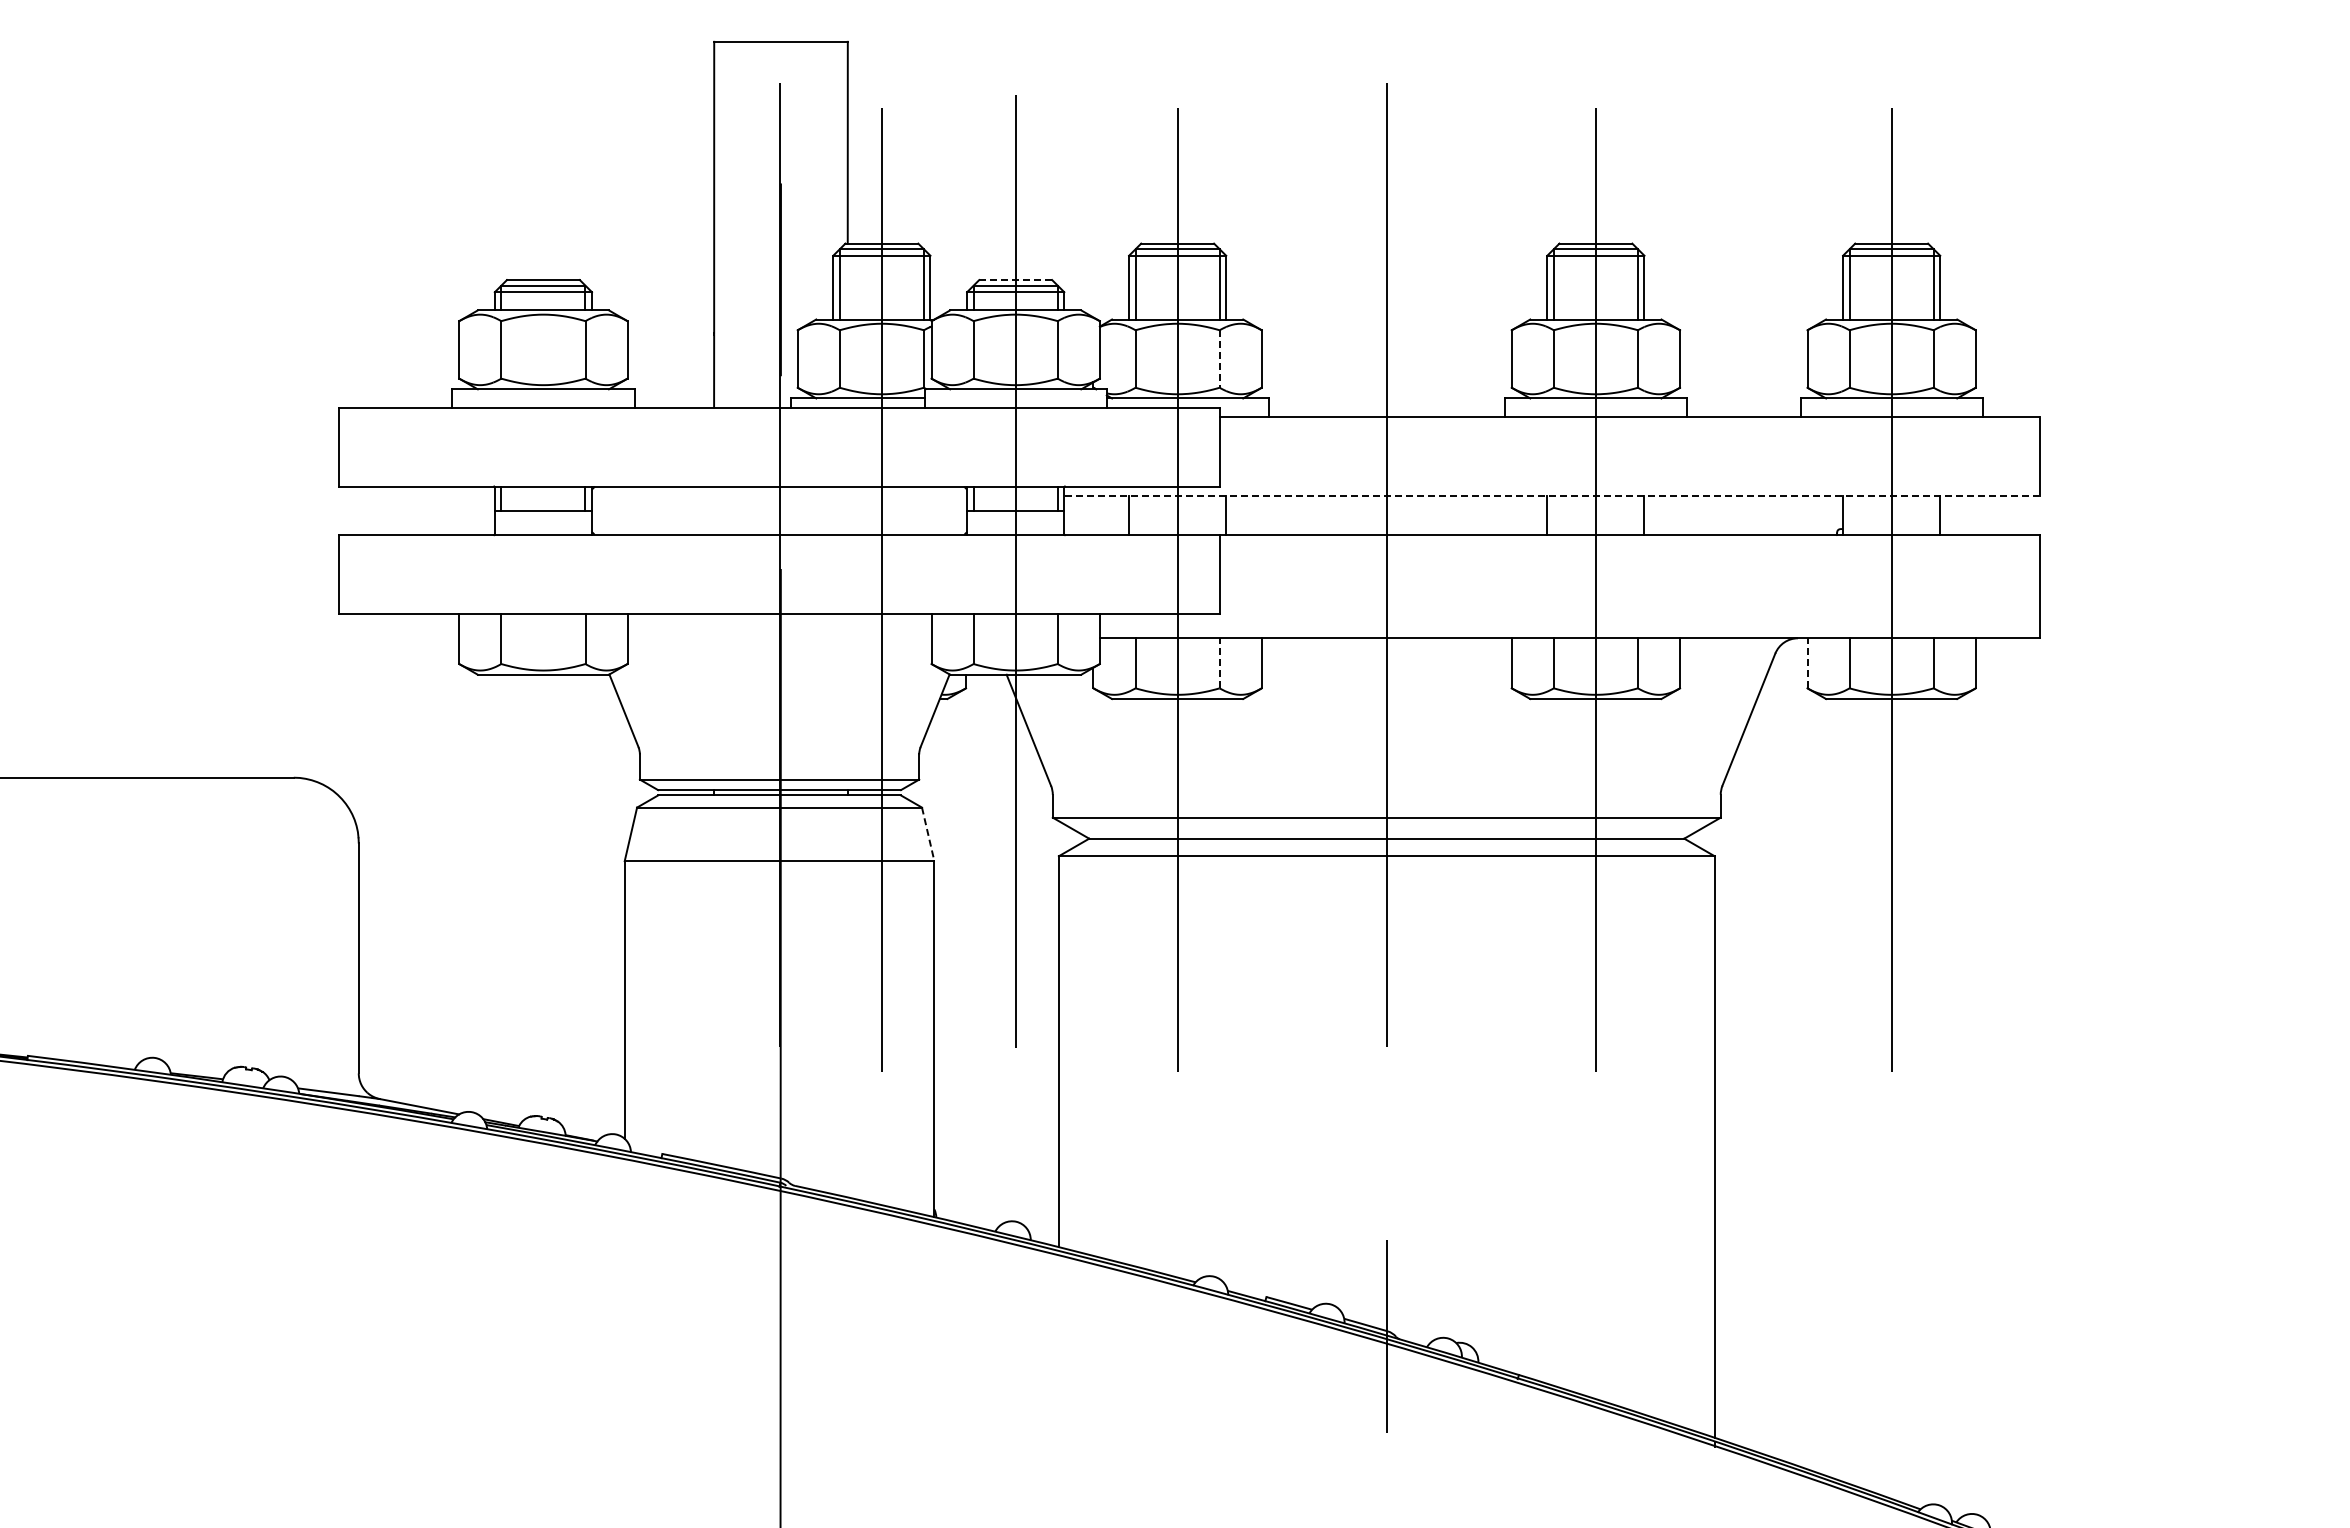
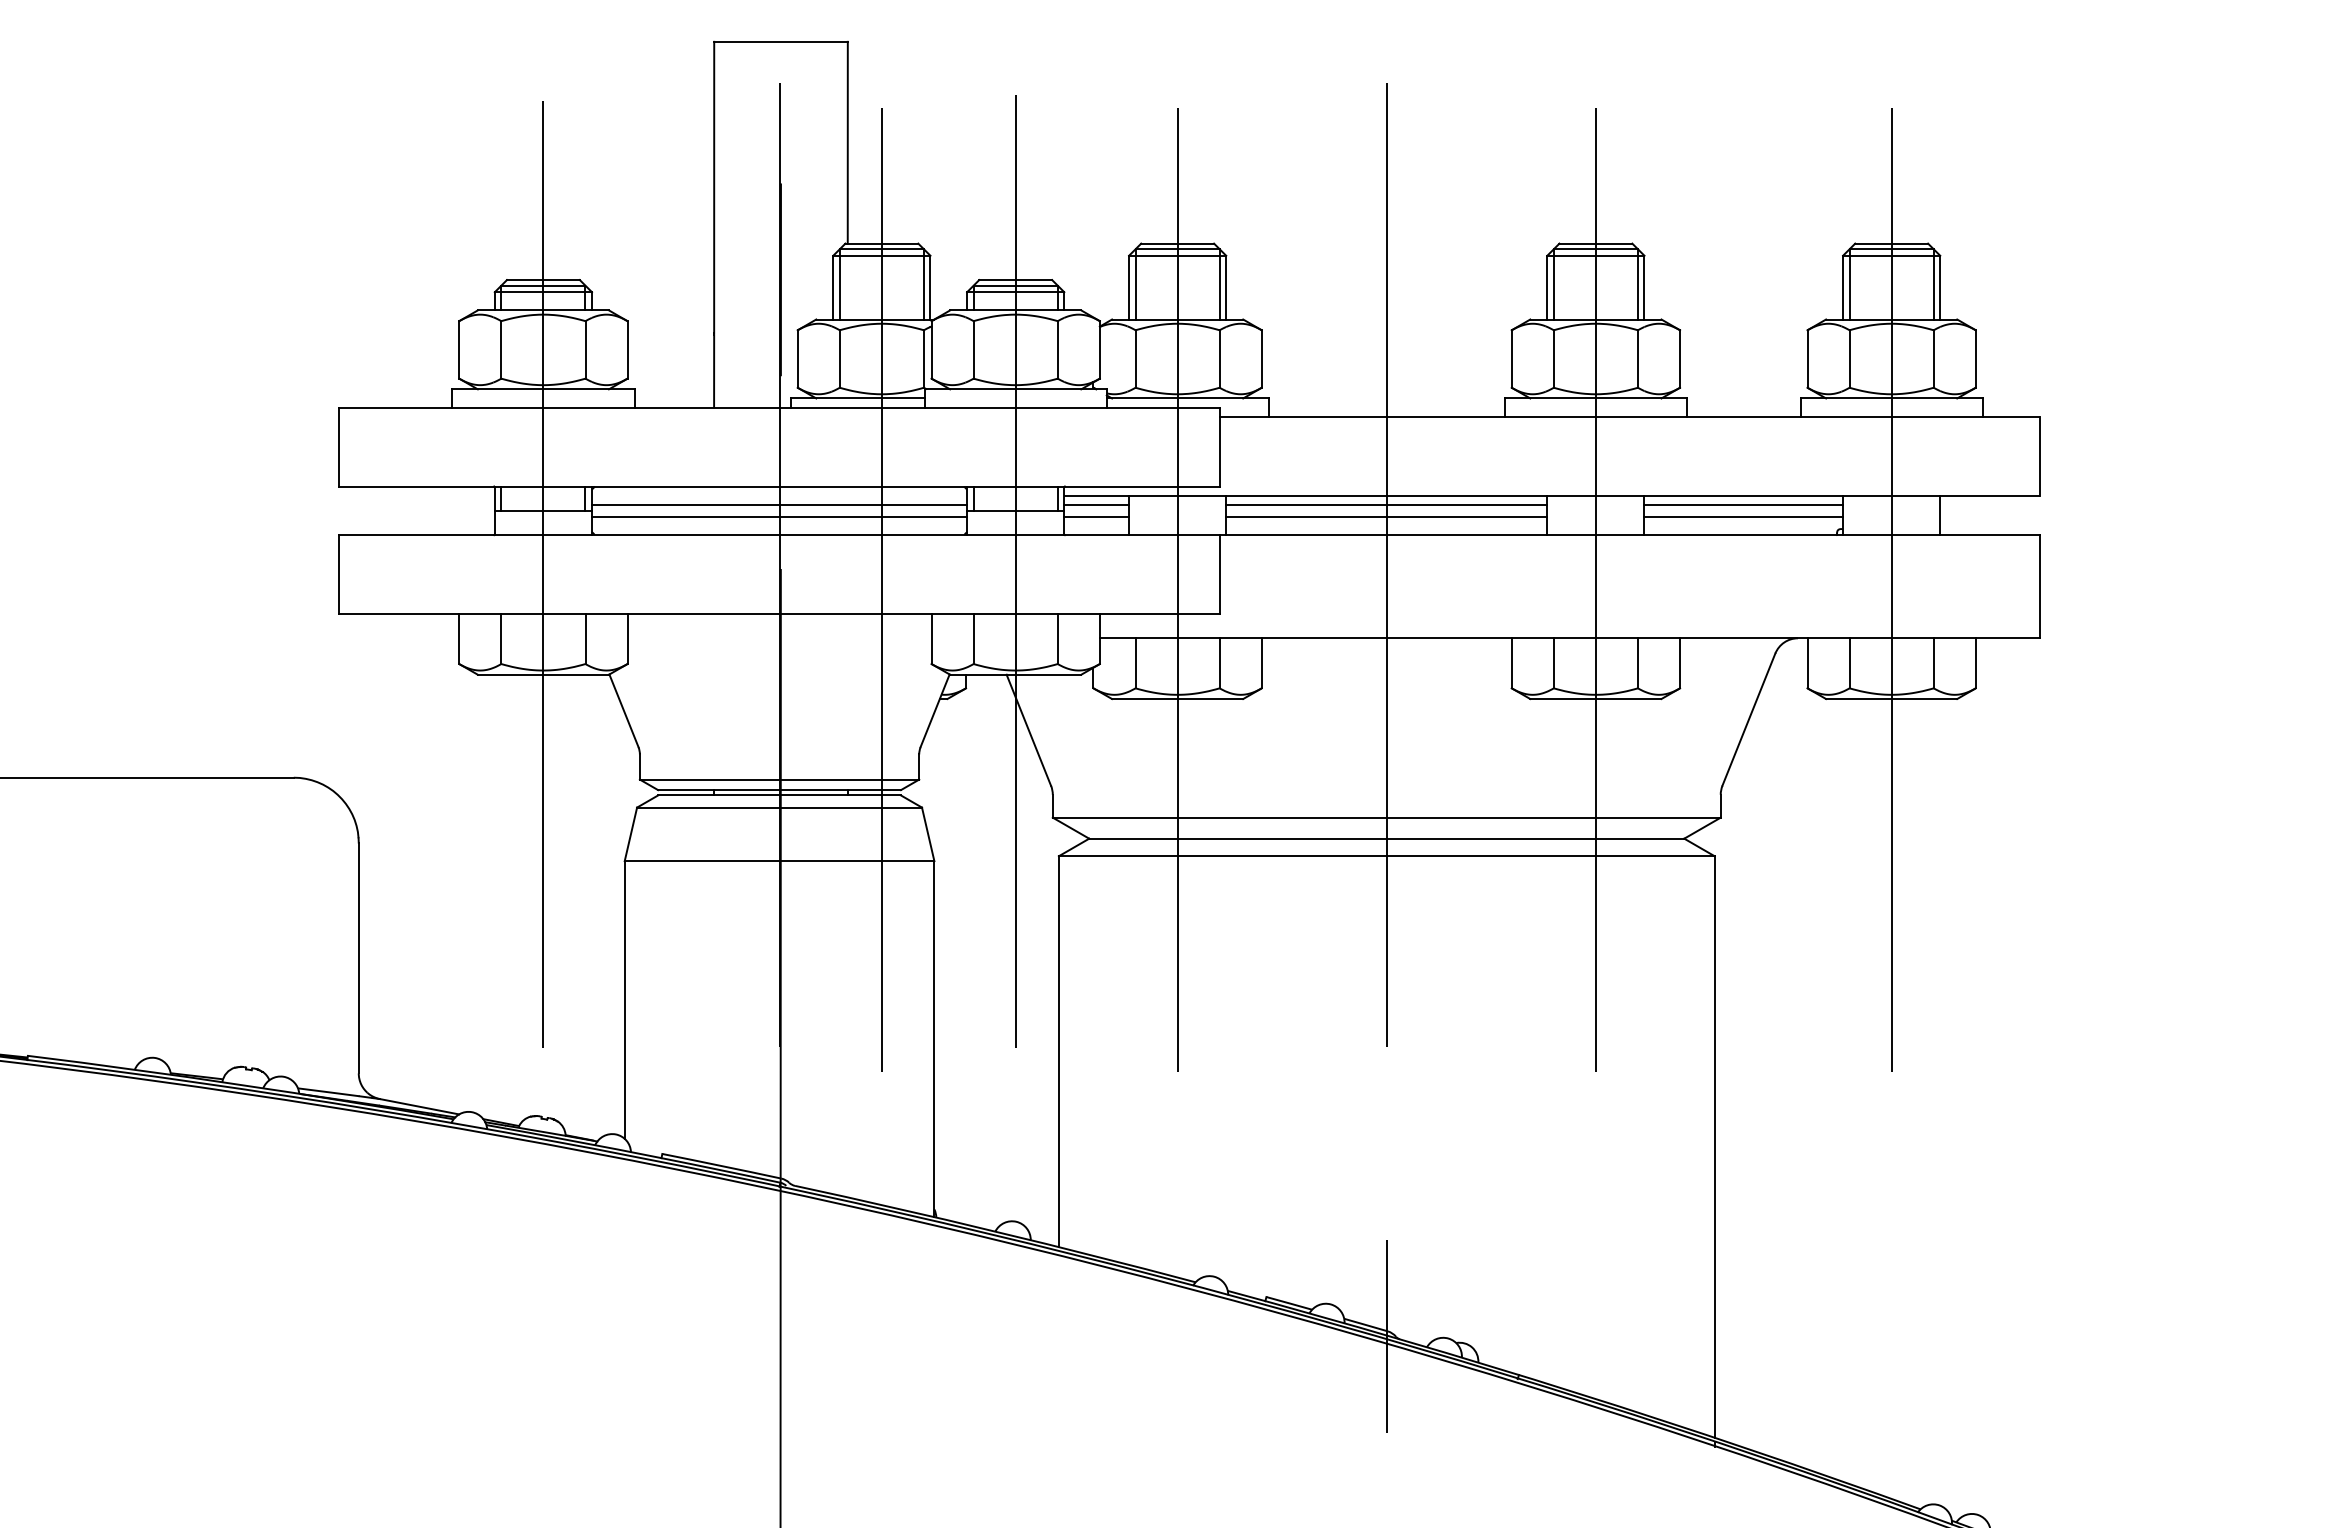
line at (1016, 280): dashed -> solid
line at (1219, 359): dashed -> solid
line at (1552, 495): dashed -> solid
line at (779, 504): none -> present
line at (1096, 504): none -> present
line at (1386, 504): none -> present
line at (1743, 504): none -> present
line at (779, 516): none -> present
line at (1096, 516): none -> present
line at (1386, 516): none -> present
line at (1743, 516): none -> present
line at (543, 574): none -> present
line at (1219, 662): dashed -> solid
line at (1807, 662): dashed -> solid
line at (928, 834): dashed -> solid
